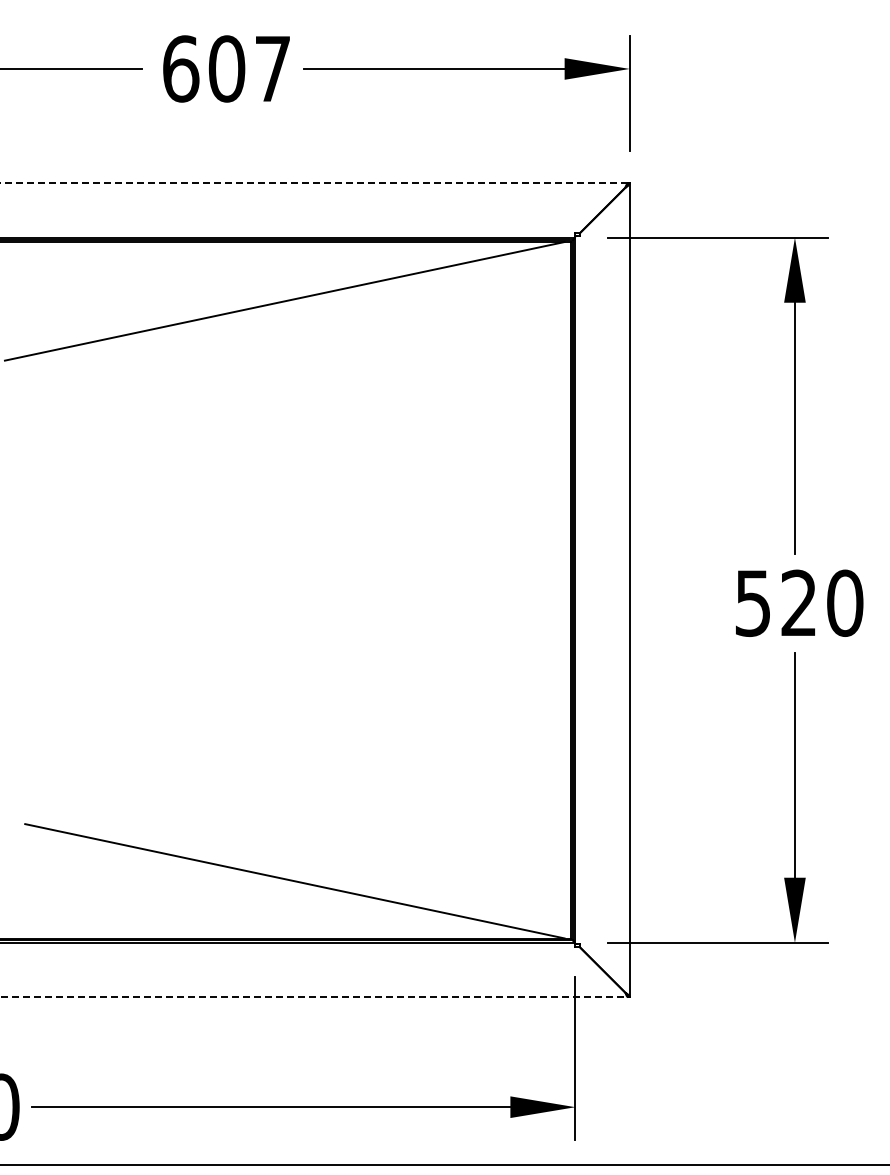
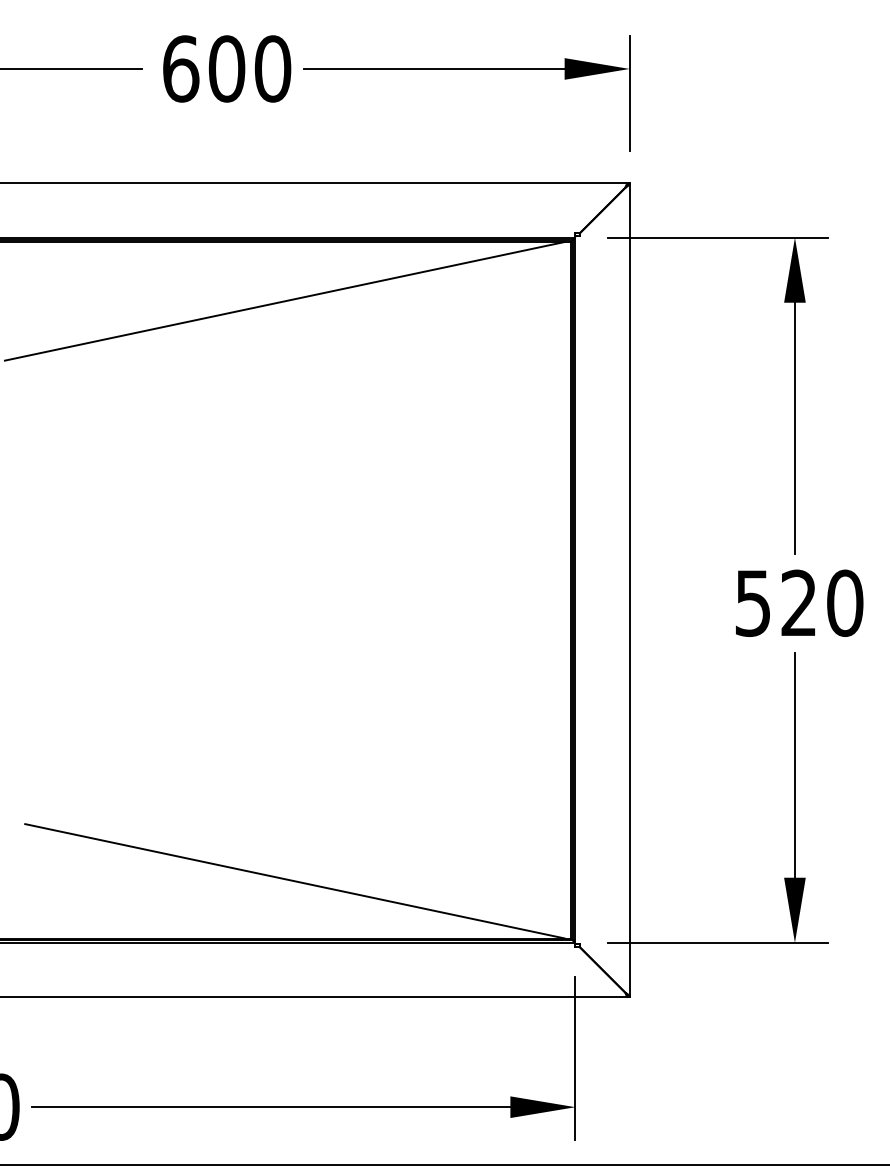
text at (272, 68): 607 -> 600
line at (314, 183): dashed -> solid
line at (314, 997): dashed -> solid
